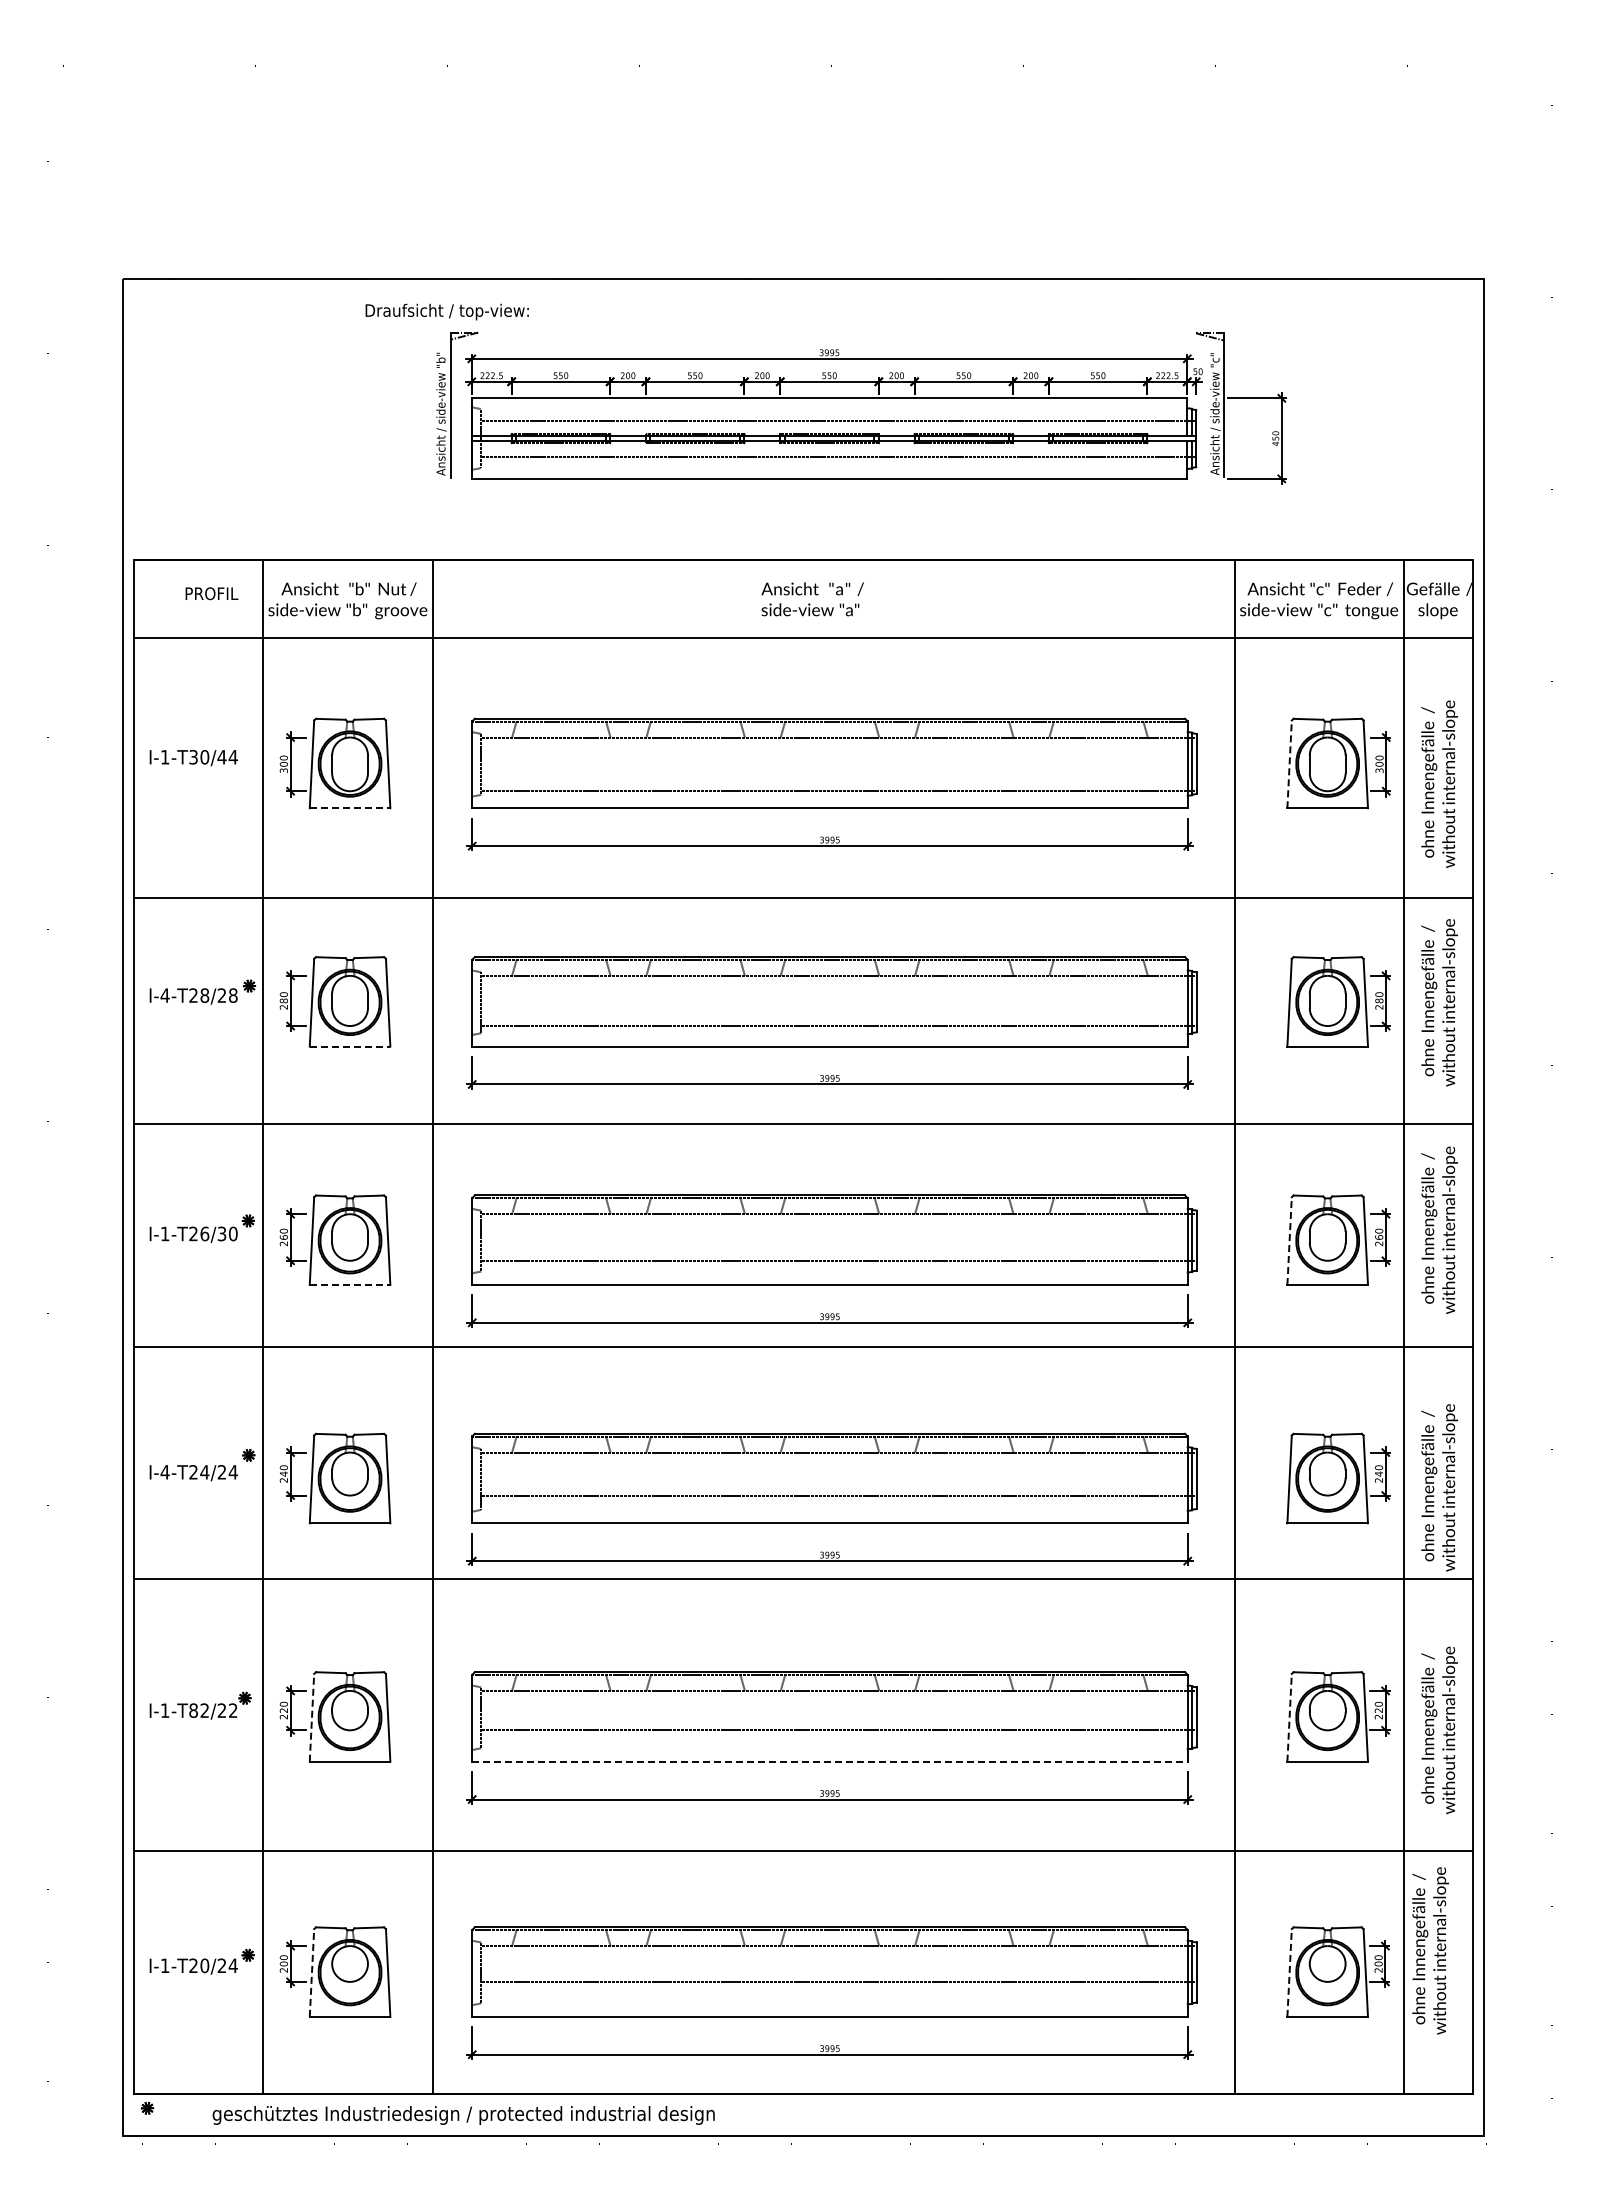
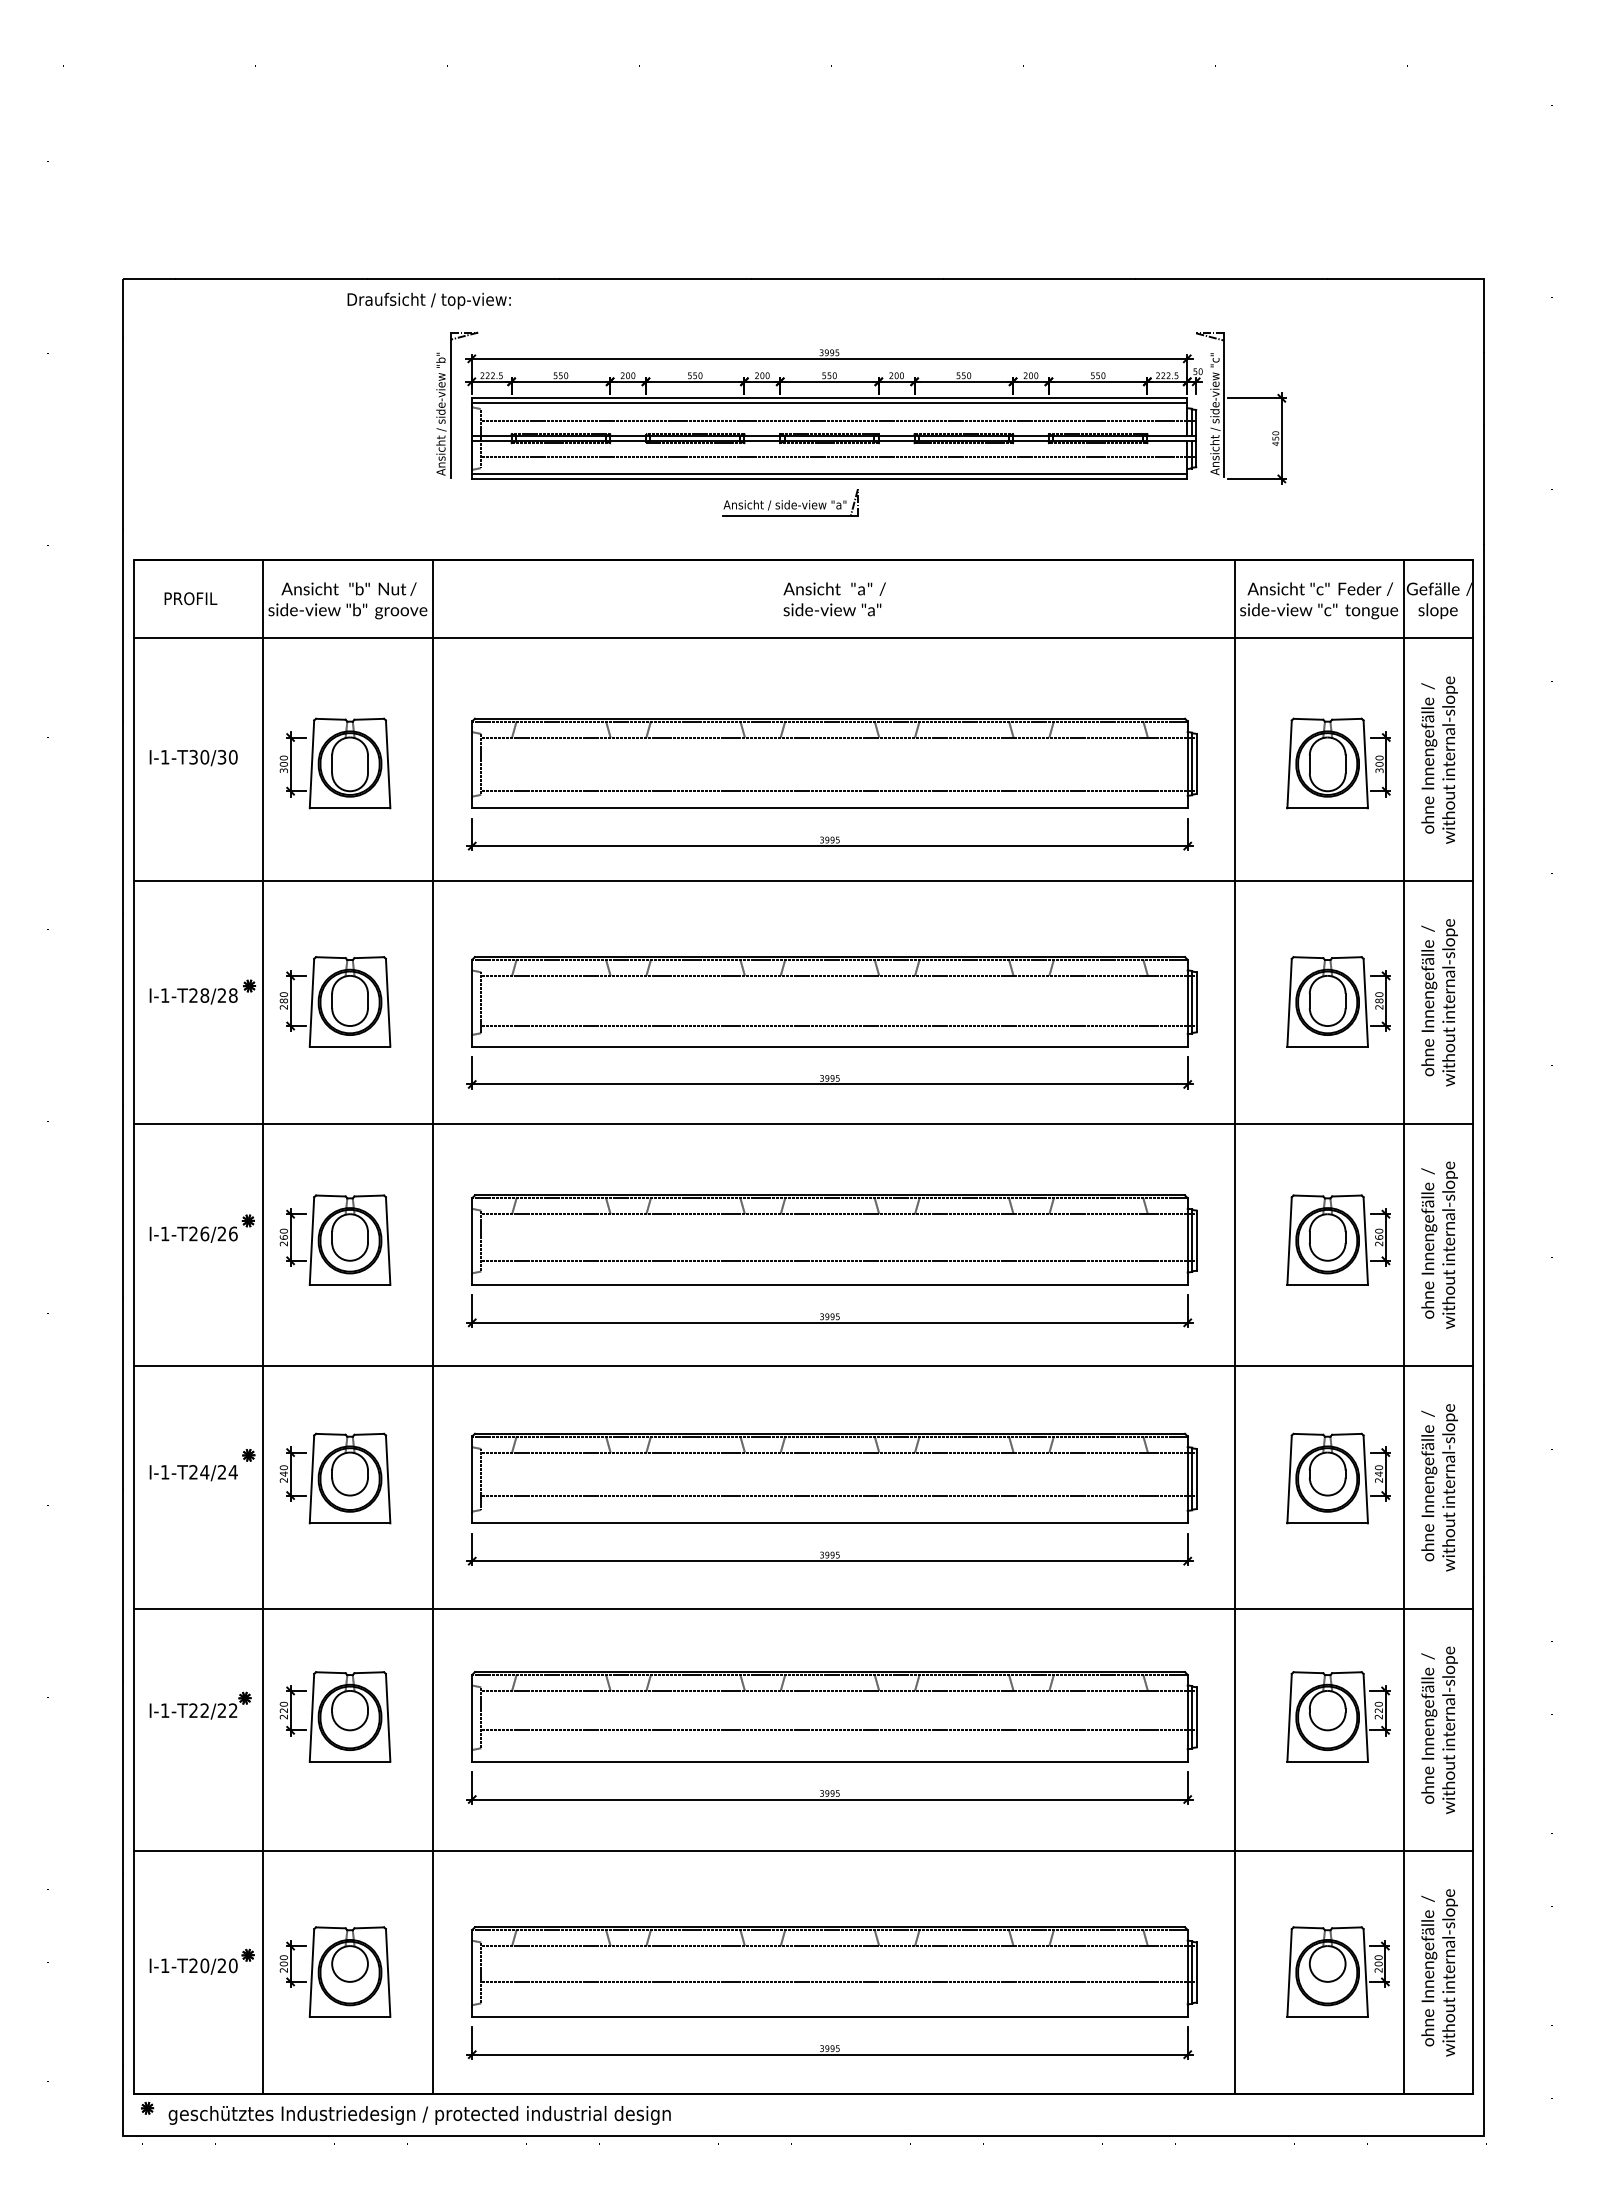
text at (446, 311) position: (446, 311) -> (428, 300)
line at (829, 402): none -> present
line at (829, 474): none -> present
part at (790, 502): none -> present
text at (211, 593) position: (211, 593) -> (190, 598)
text at (812, 599) position: (812, 599) -> (834, 599)
text at (227, 756): I-1-T30/44 -> I-1-T30/30
line at (1289, 764): dashed -> solid
text at (1439, 783) position: (1439, 783) -> (1439, 759)
line at (350, 808): dashed -> solid
line at (803, 898) position: (803, 898) -> (803, 881)
text at (164, 995): I-4-T28/28 -> I-1-T28/28
line at (350, 1046): dashed -> solid
text at (1439, 1229) position: (1439, 1229) -> (1439, 1244)
text at (227, 1233): I-1-T26/30 -> I-1-T26/26
line at (1289, 1241): dashed -> solid
line at (350, 1284): dashed -> solid
line at (803, 1347) position: (803, 1347) -> (803, 1366)
text at (164, 1472): I-4-T24/24 -> I-1-T24/24
line at (803, 1578) position: (803, 1578) -> (803, 1608)
text at (193, 1710): I-1-T82/22 -> I-1-T22/22
line at (311, 1717): dashed -> solid
line at (1289, 1717): dashed -> solid
line at (829, 1761): dashed -> solid
text at (1430, 1950) position: (1430, 1950) -> (1439, 1972)
text at (232, 1965): I-1-T20/24 -> I-1-T20/20
line at (311, 1972): dashed -> solid
line at (1289, 1972): dashed -> solid
text at (463, 2115) position: (463, 2115) -> (419, 2115)
